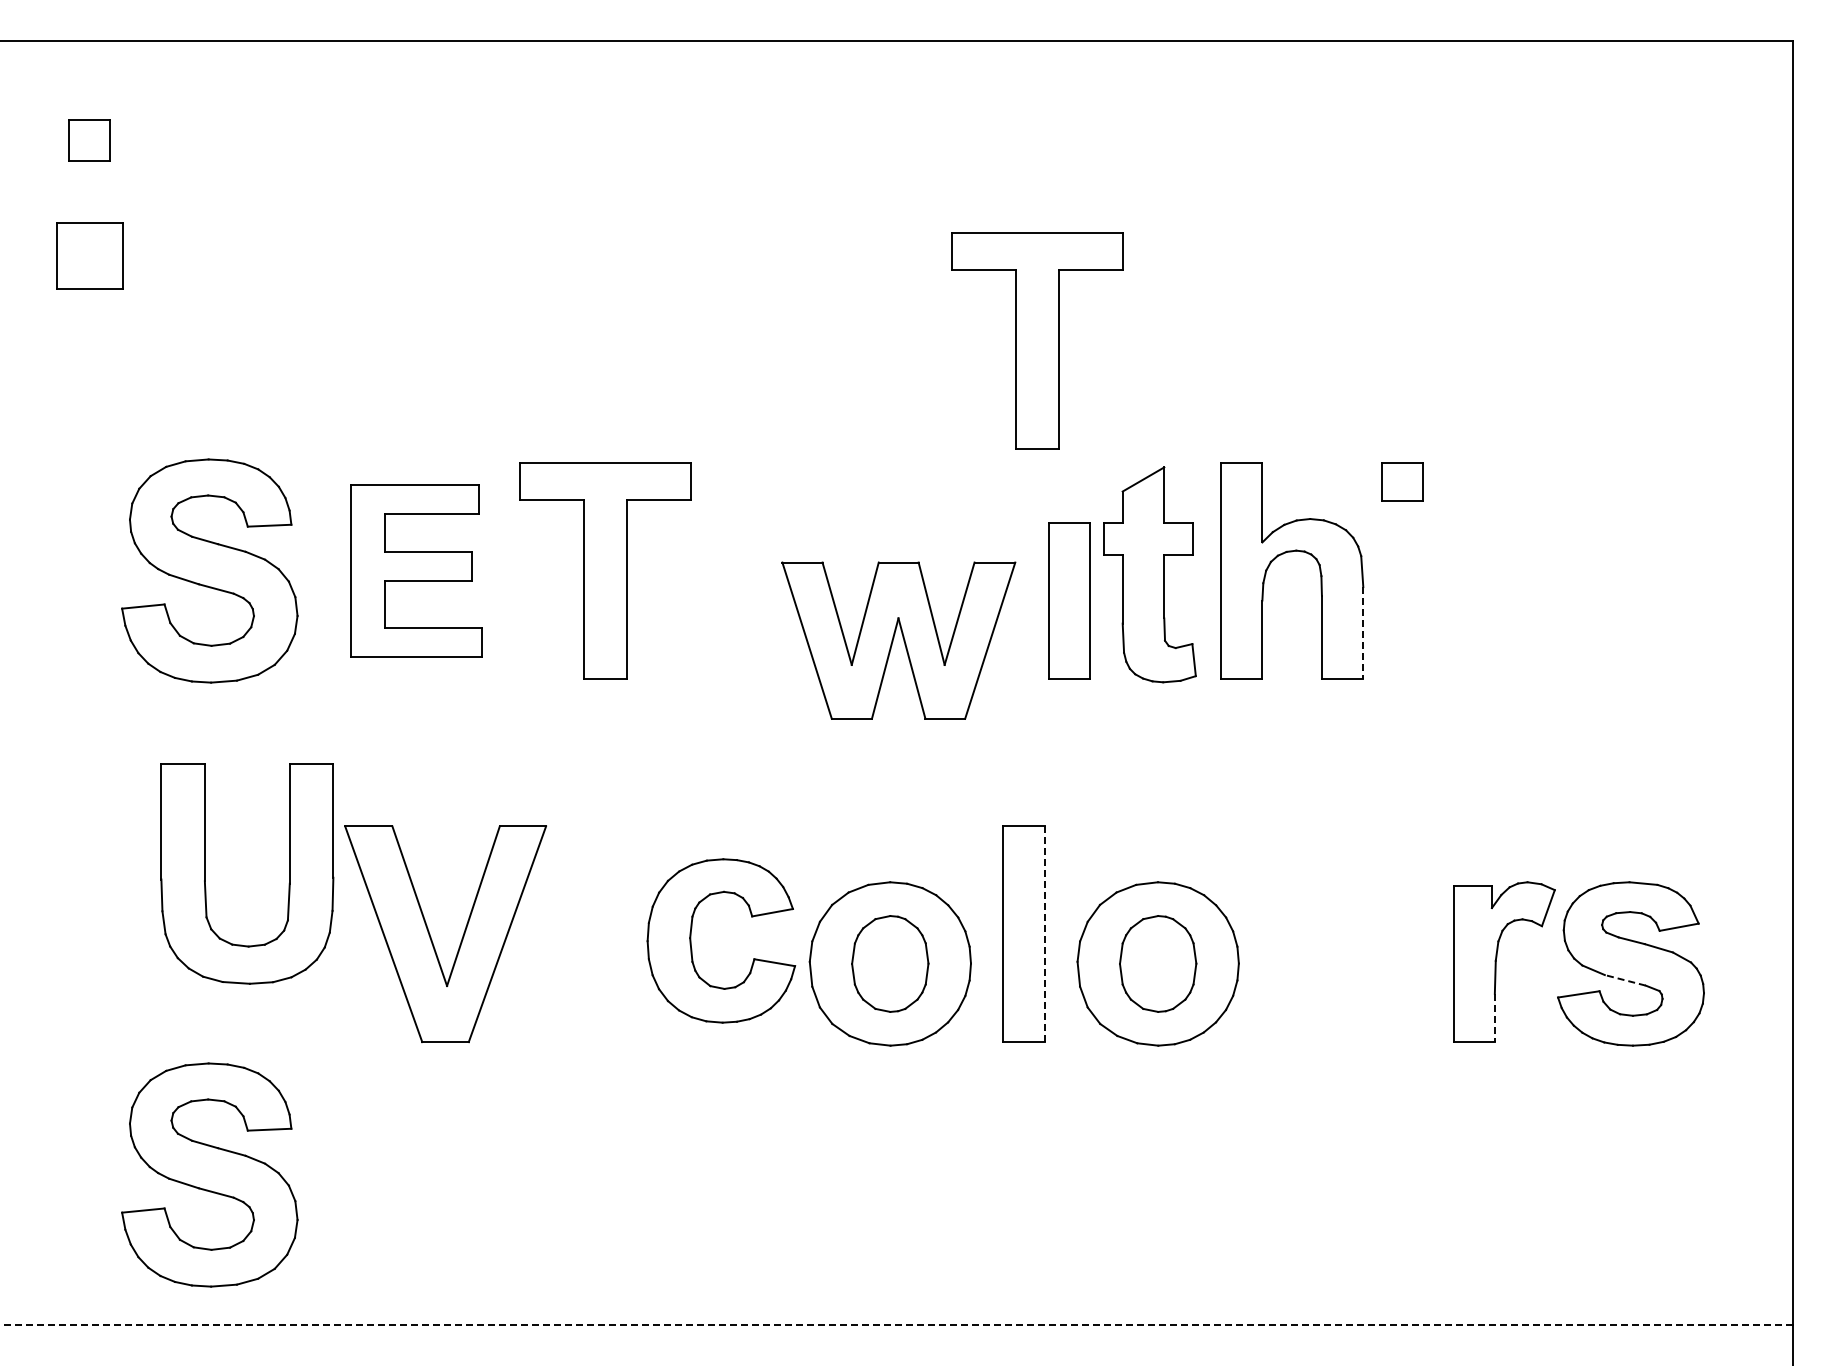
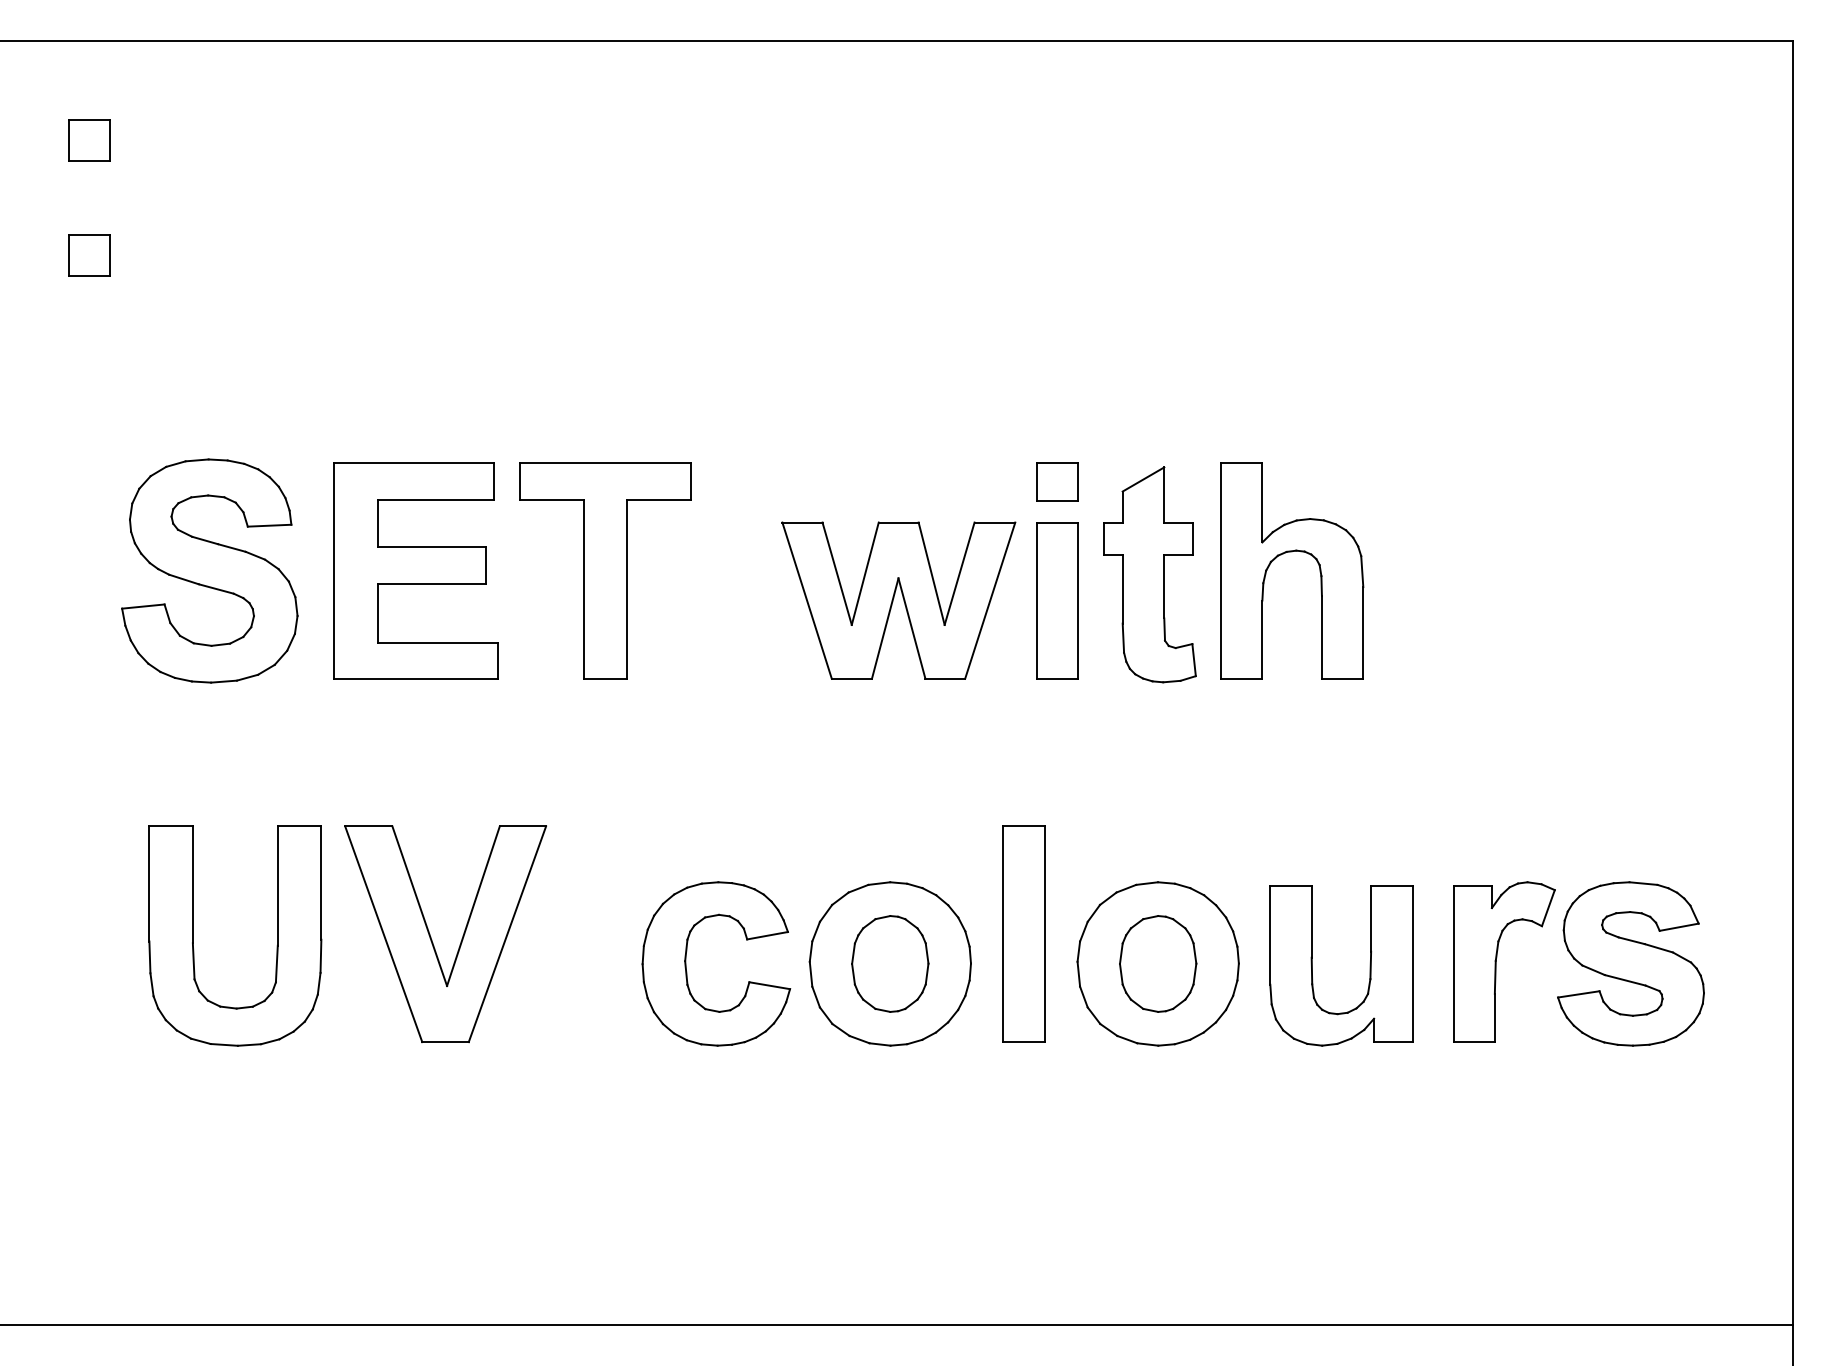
part at (89, 255) size: 68x68 px -> 43x43 px
part at (1037, 340): present -> none
part at (1402, 481) position: (1402, 481) -> (1057, 481)
part at (416, 570) size: 133x174 px -> 166x218 px
part at (1069, 600) position: (1069, 600) -> (1057, 600)
line at (1363, 633): dashed -> solid
part at (898, 640) position: (898, 640) -> (898, 600)
part at (205, 873) position: (205, 873) -> (193, 935)
line at (1044, 934): dashed -> solid
part at (691, 940) position: (691, 940) -> (686, 963)
part at (1369, 965): none -> present
line at (1624, 980): dashed -> solid
line at (1494, 1018): dashed -> solid
part at (209, 1174): present -> none
line at (895, 1325): dashed -> solid
